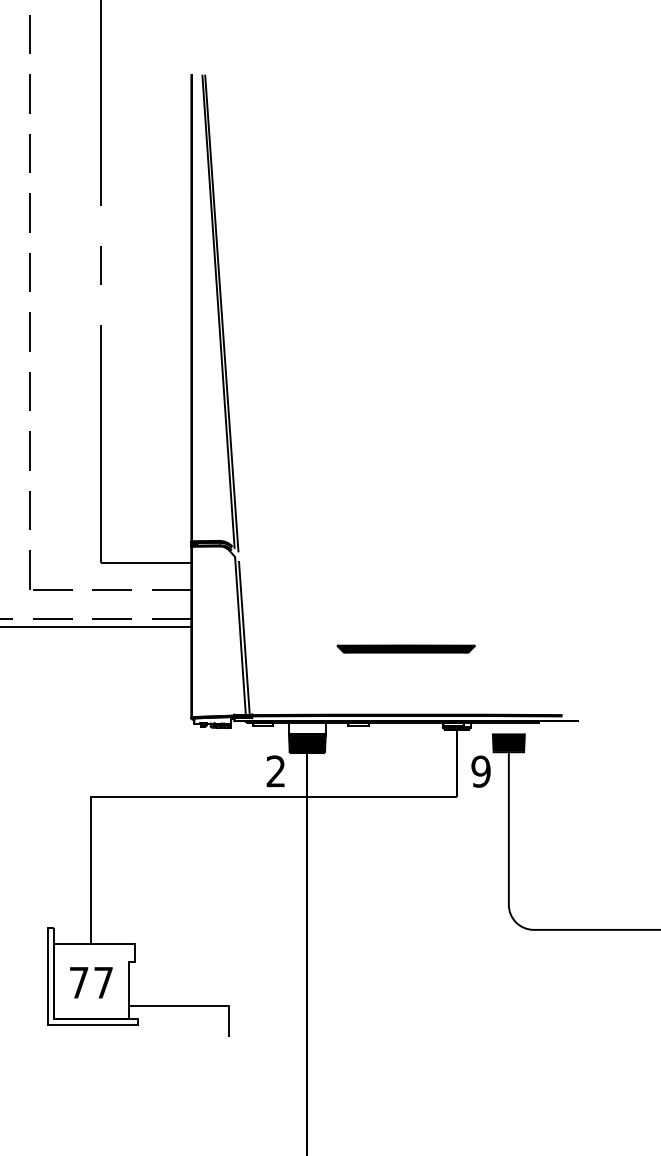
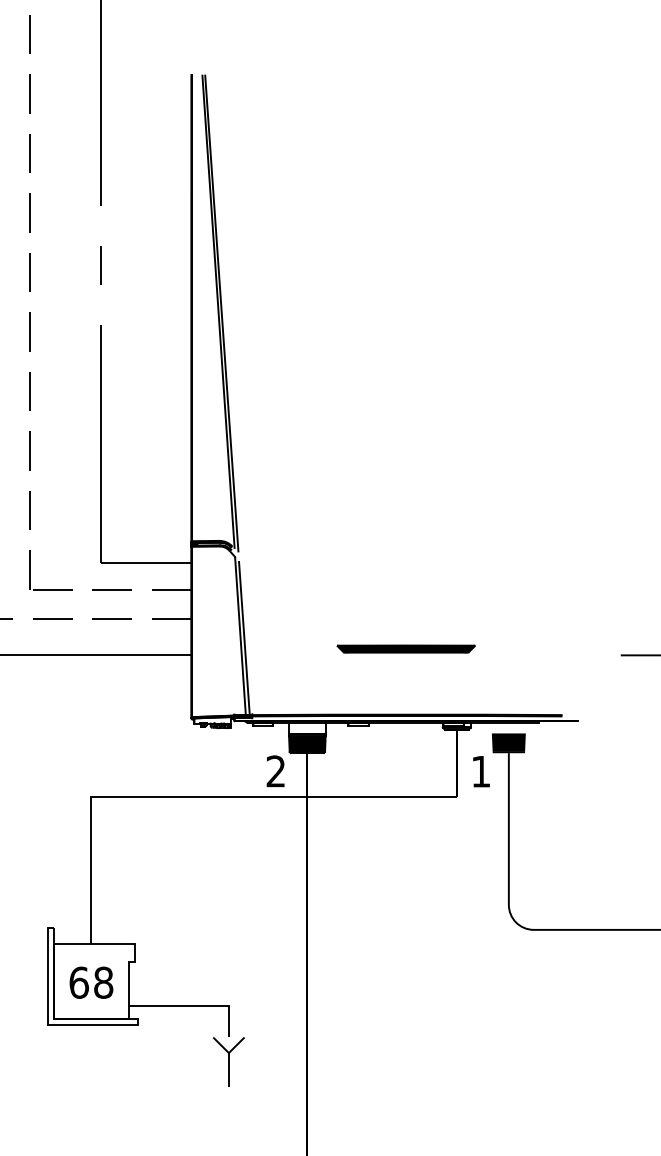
line at (96, 627) position: (96, 627) -> (96, 655)
line at (638, 655): none -> present
text at (480, 771): 9 -> 1
text at (91, 982): 77 -> 68
part at (228, 1061): none -> present
